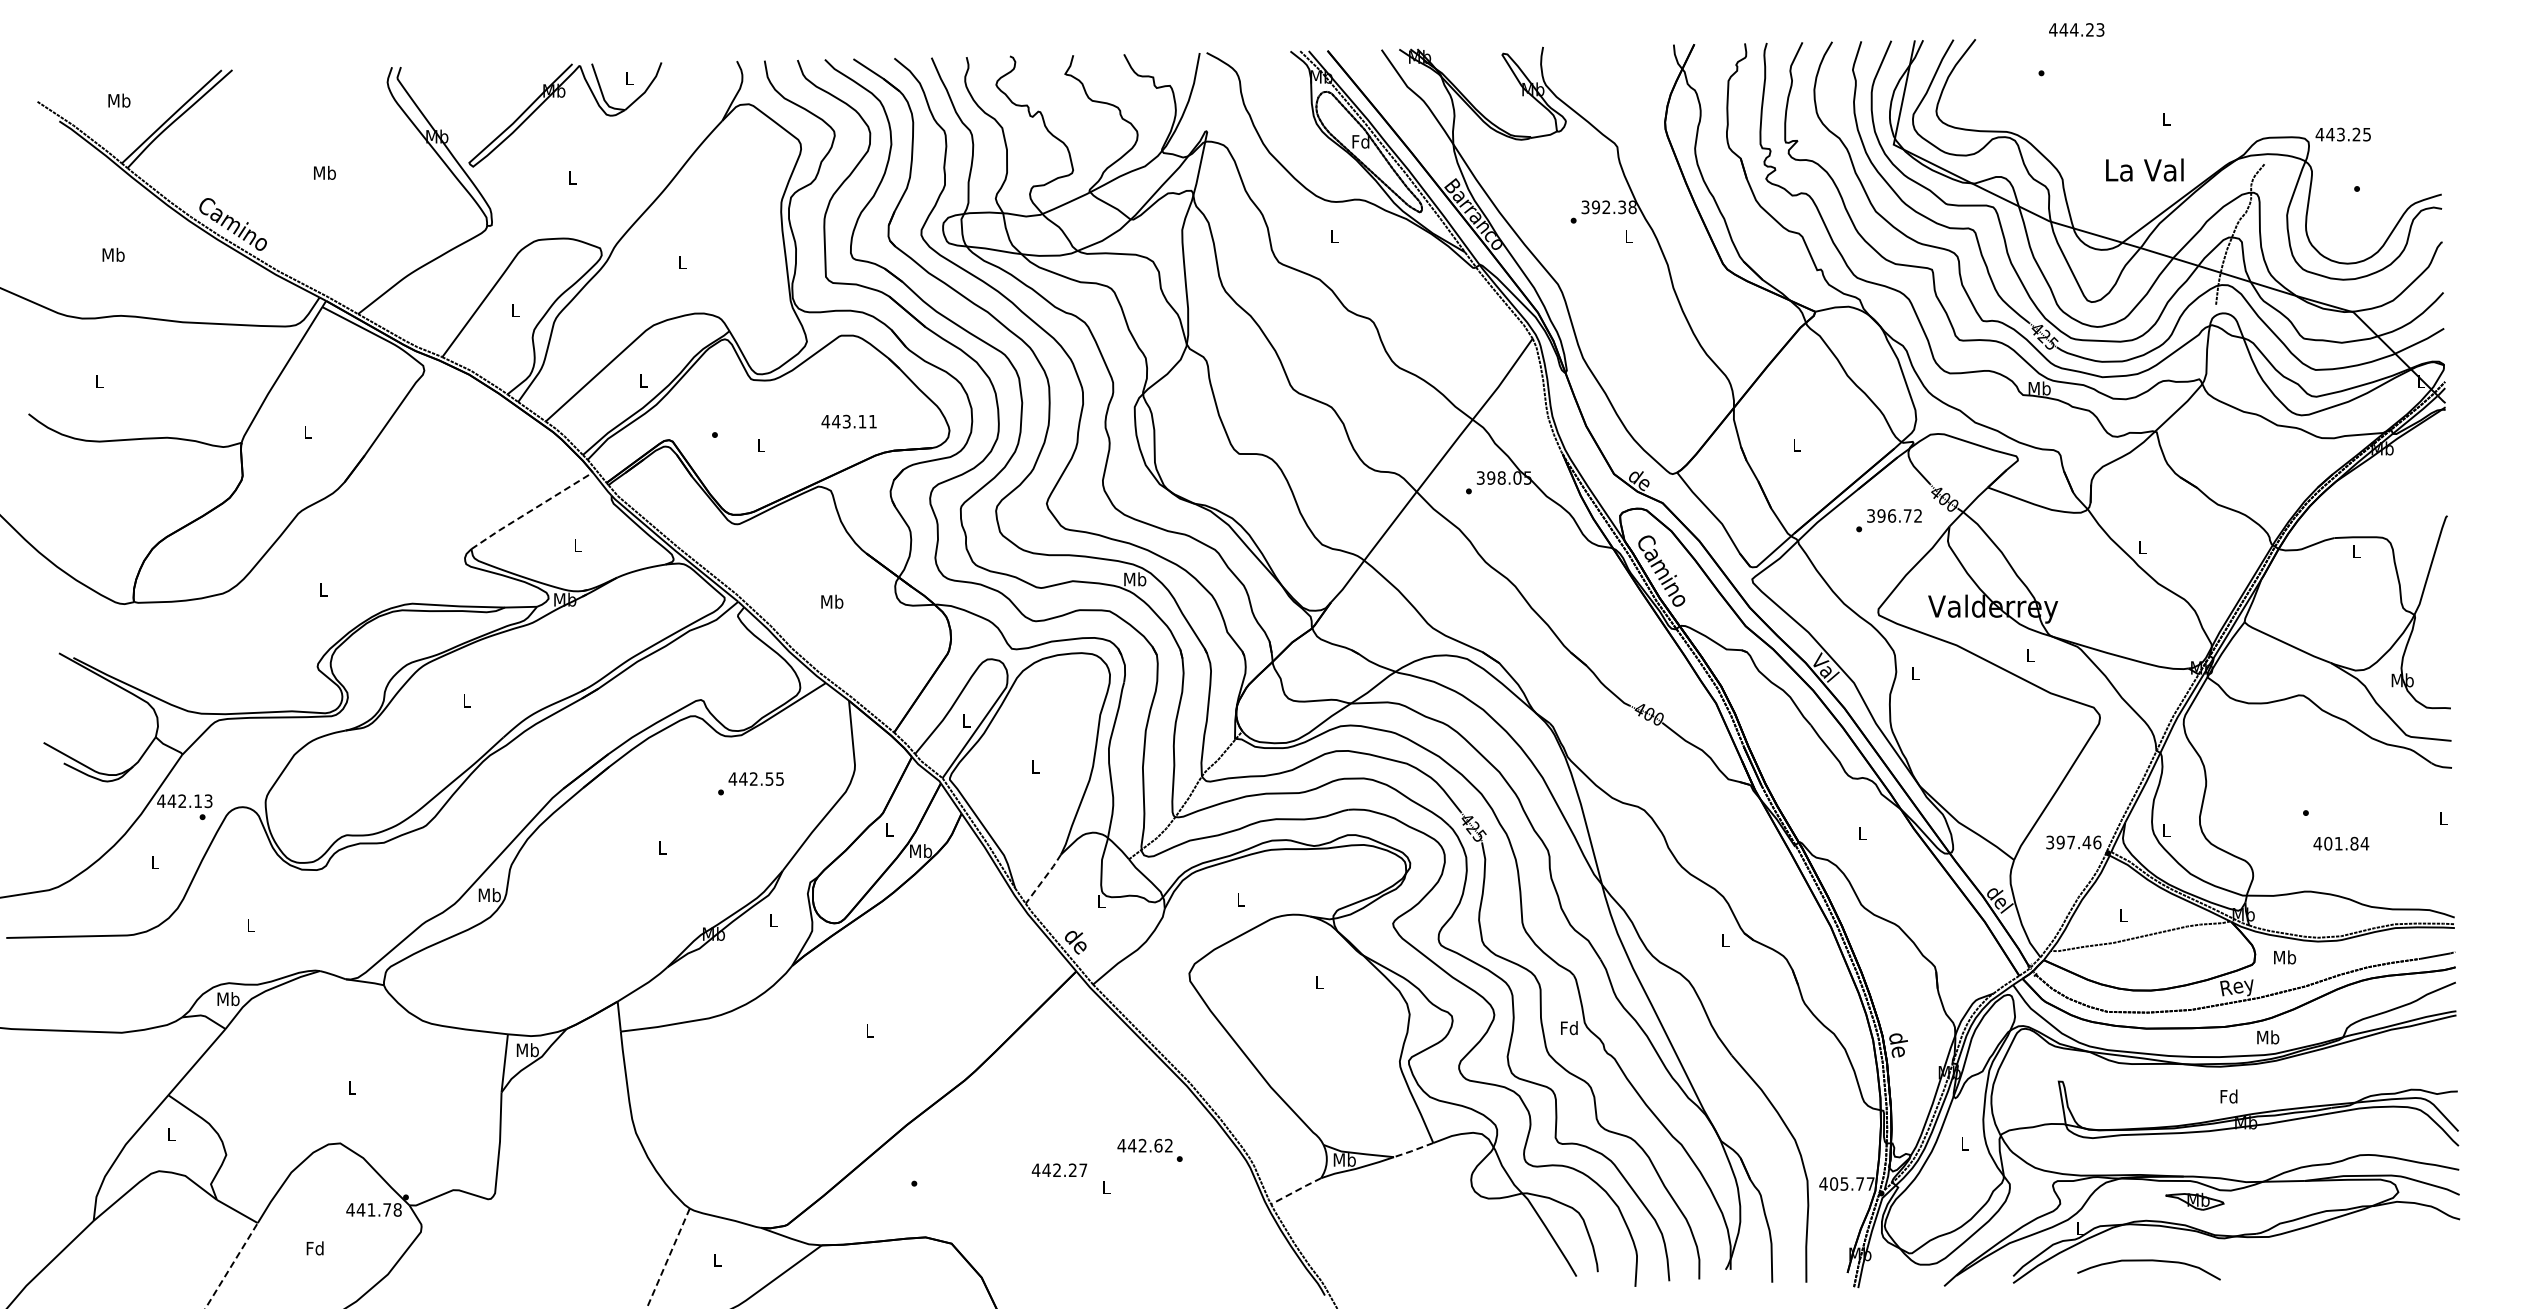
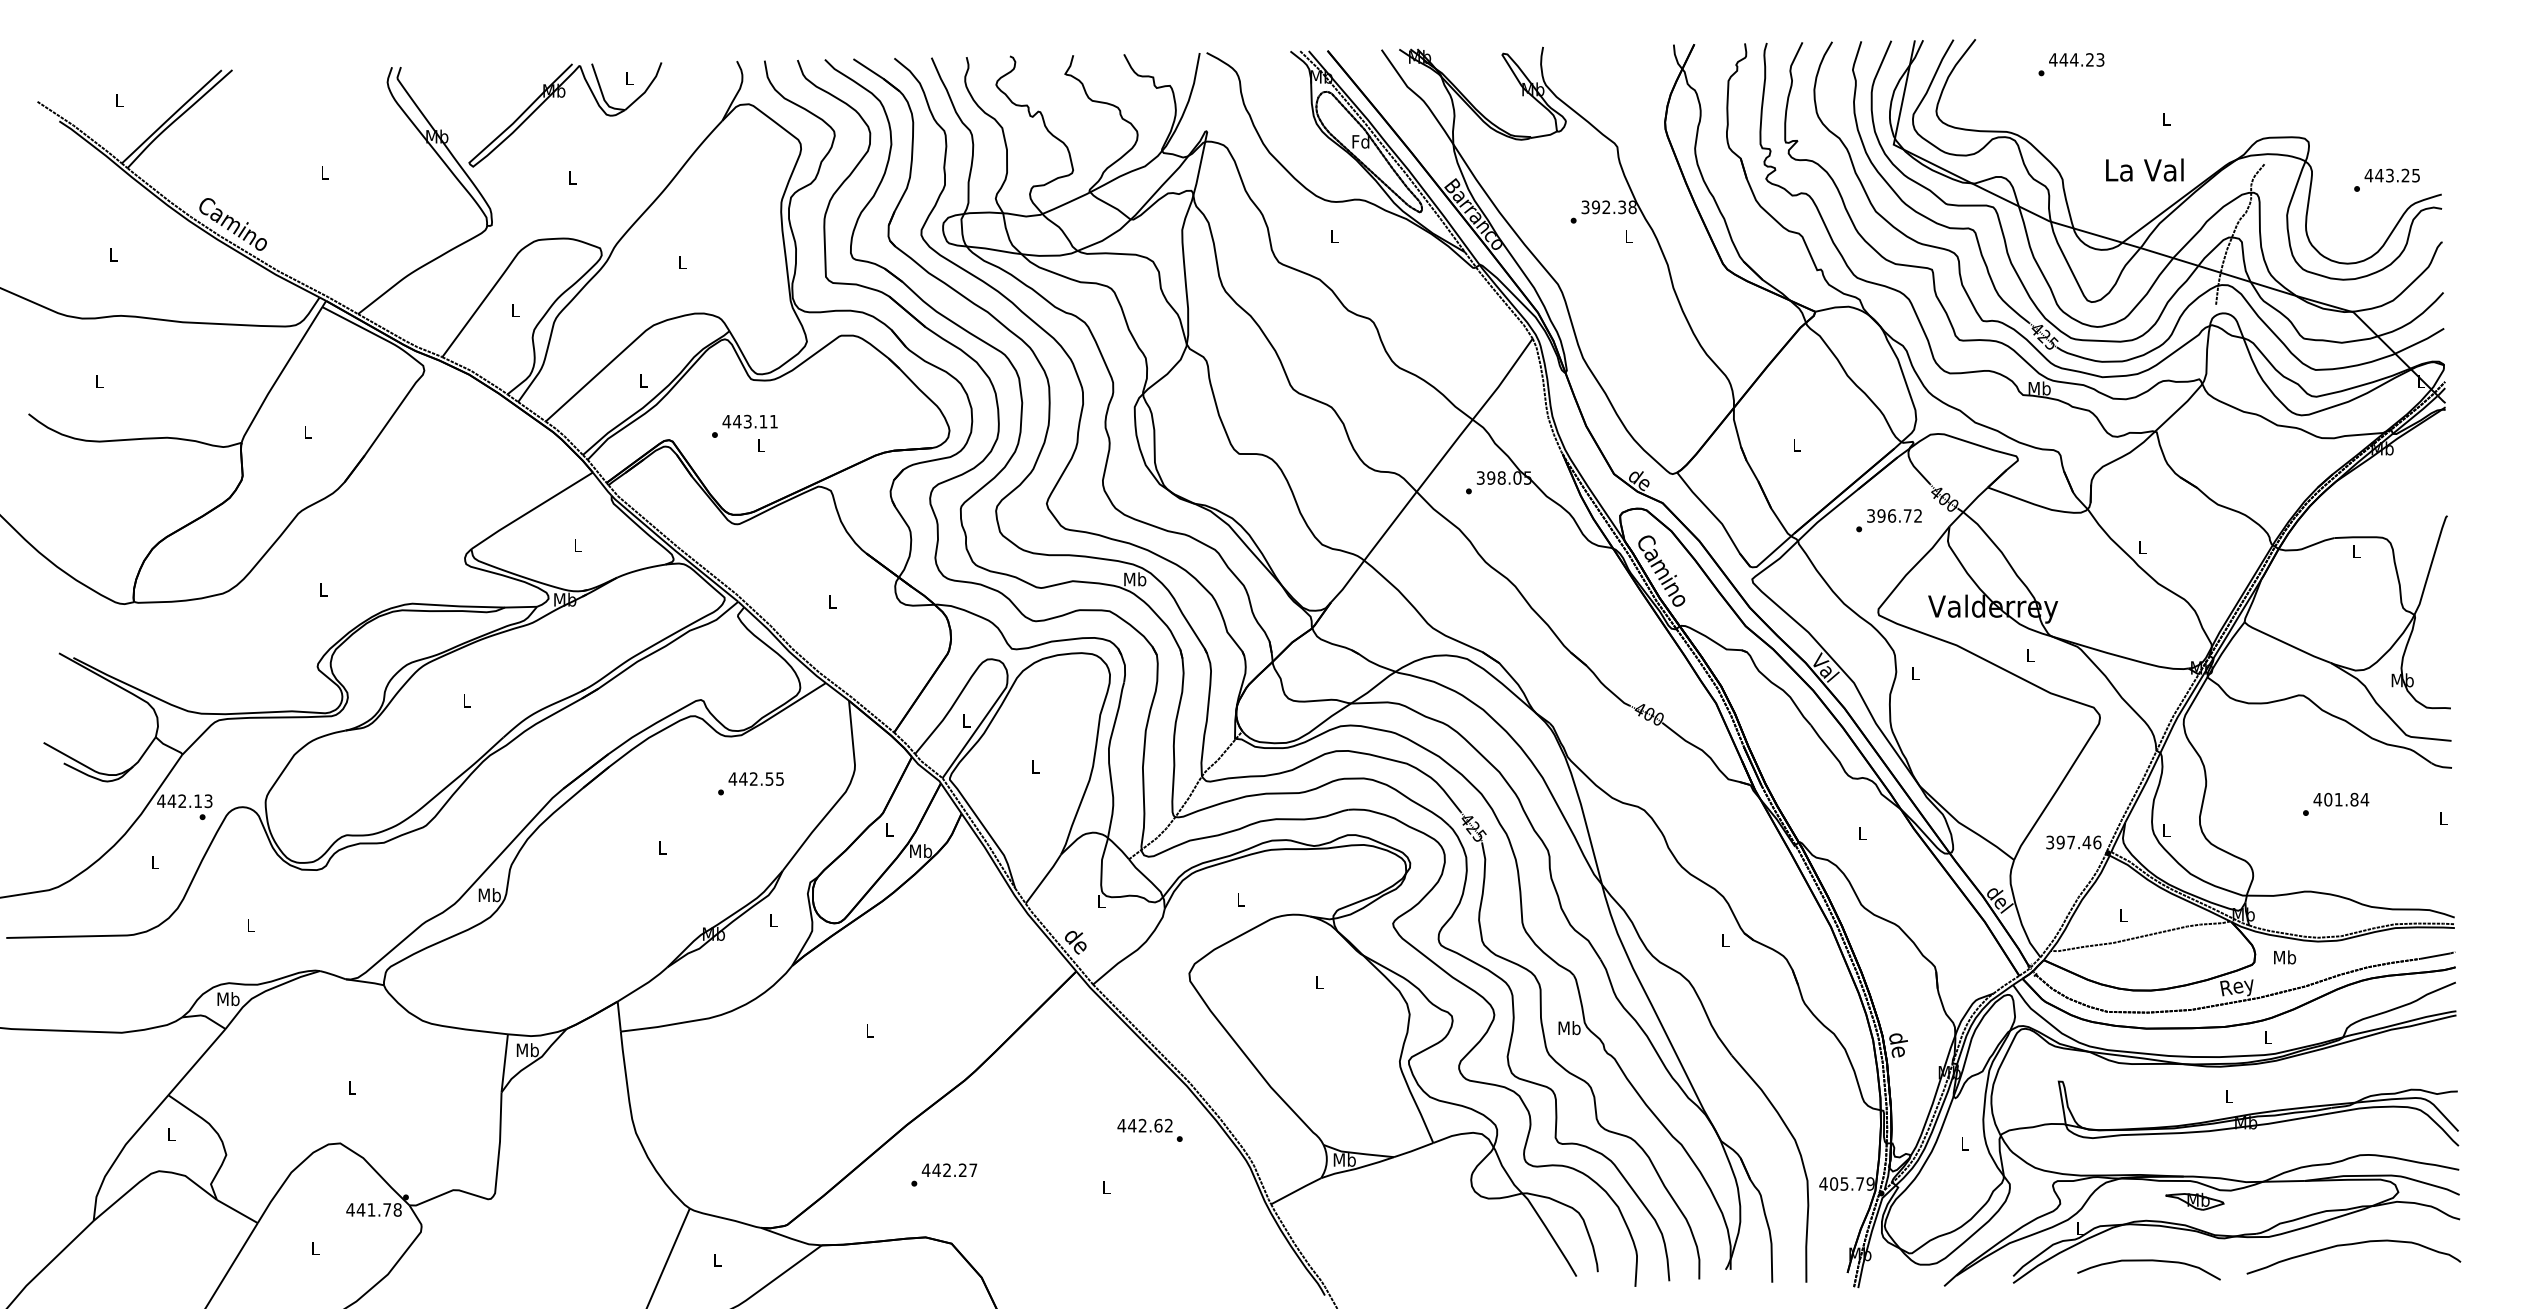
text at (2076, 29) position: (2076, 29) -> (2076, 59)
text at (119, 100): Mb -> L
text at (2342, 134) position: (2342, 134) -> (2391, 175)
text at (324, 172): Mb -> L
text at (113, 254): Mb -> L
text at (848, 421) position: (848, 421) -> (749, 421)
line at (531, 510): dashed -> solid
text at (832, 601): Mb -> L
text at (2341, 843) position: (2341, 843) -> (2341, 799)
line at (1043, 879): dashed -> solid
text at (1569, 1028): Fd -> Mb
text at (2268, 1037): Mb -> L
text at (2228, 1096): Fd -> L
text at (1149, 1149) position: (1149, 1149) -> (1149, 1129)
line at (1412, 1150): dashed -> solid
text at (1059, 1169) position: (1059, 1169) -> (949, 1169)
text at (1870, 1183): 405.77 -> 405.79
line at (1296, 1190): dashed -> solid
curve at (2351, 1245): none -> present
text at (314, 1248): Fd -> L
line at (668, 1258): dashed -> solid
line at (231, 1266): dashed -> solid
